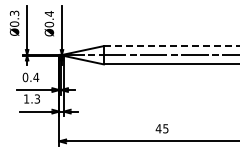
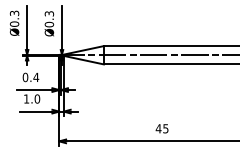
text at (49, 13): Ø0.4 -> Ø0.3
line at (171, 46): dashed -> solid
text at (37, 98): 1.3 -> 1.0
